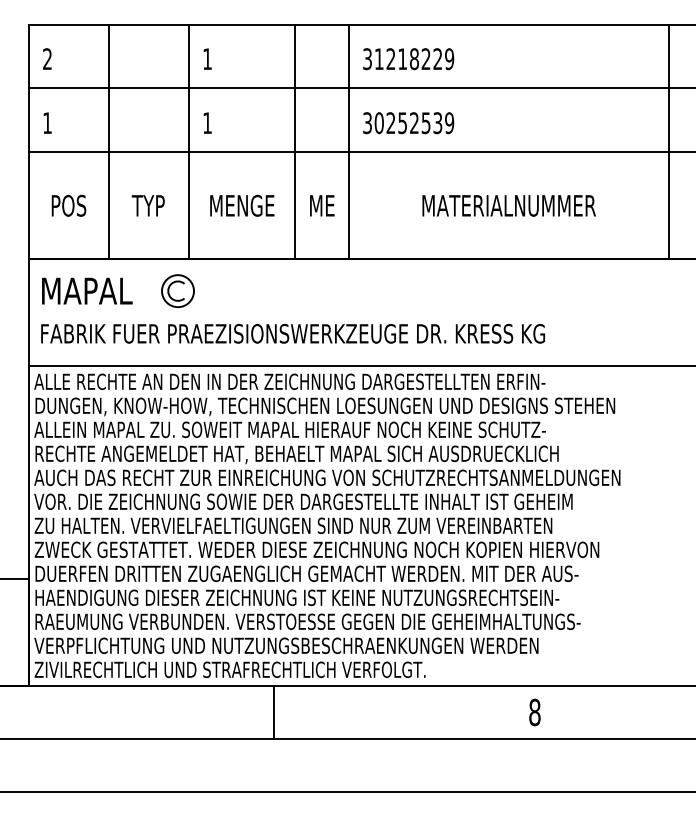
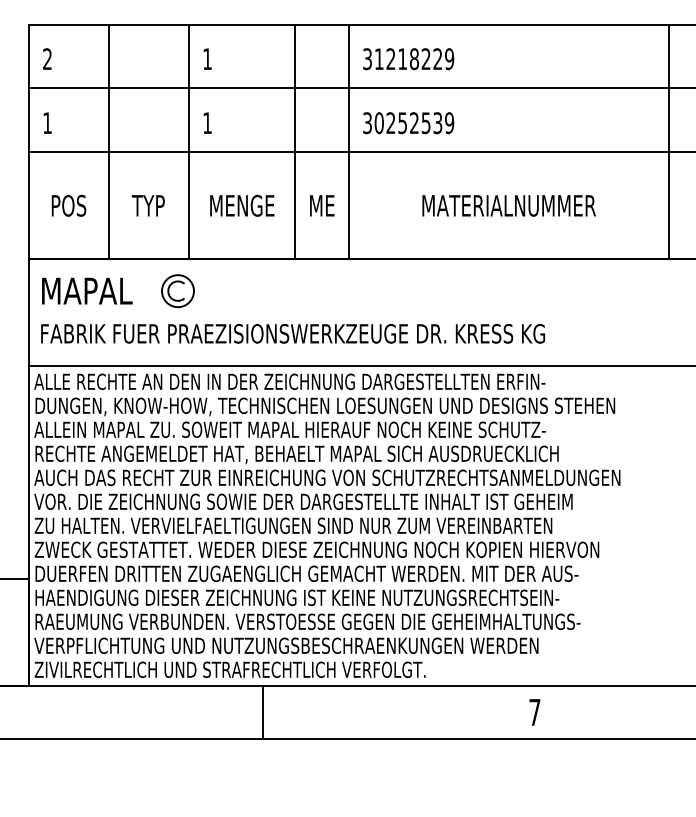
line at (274, 712) position: (274, 712) -> (263, 712)
text at (534, 712): 8 -> 7
line at (347, 792): present -> none
